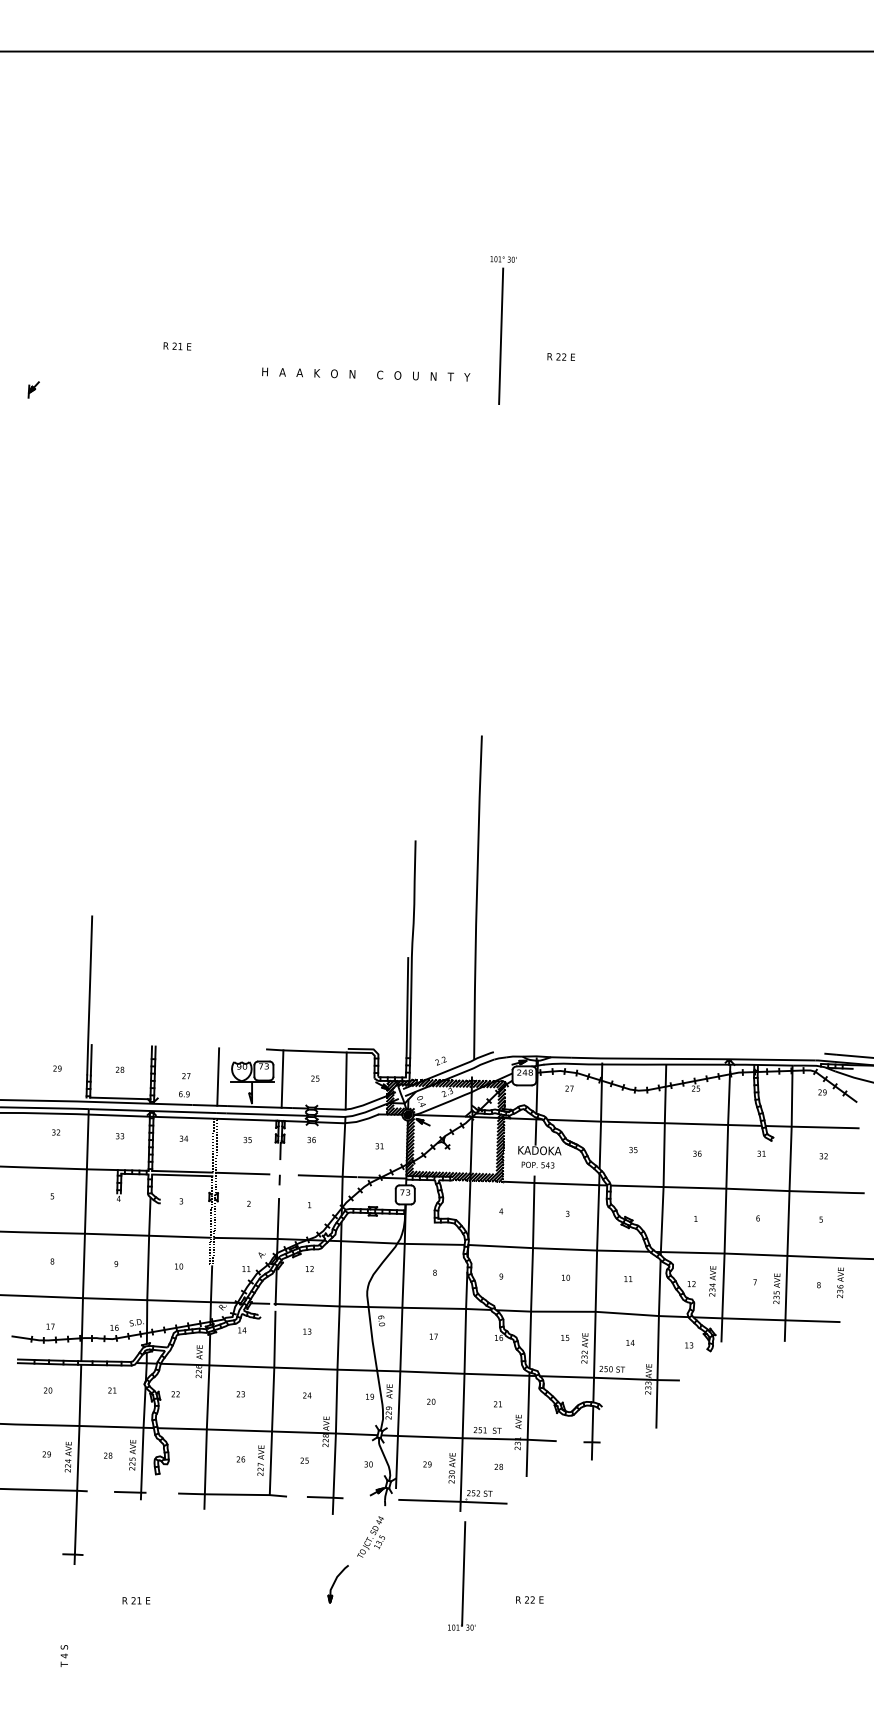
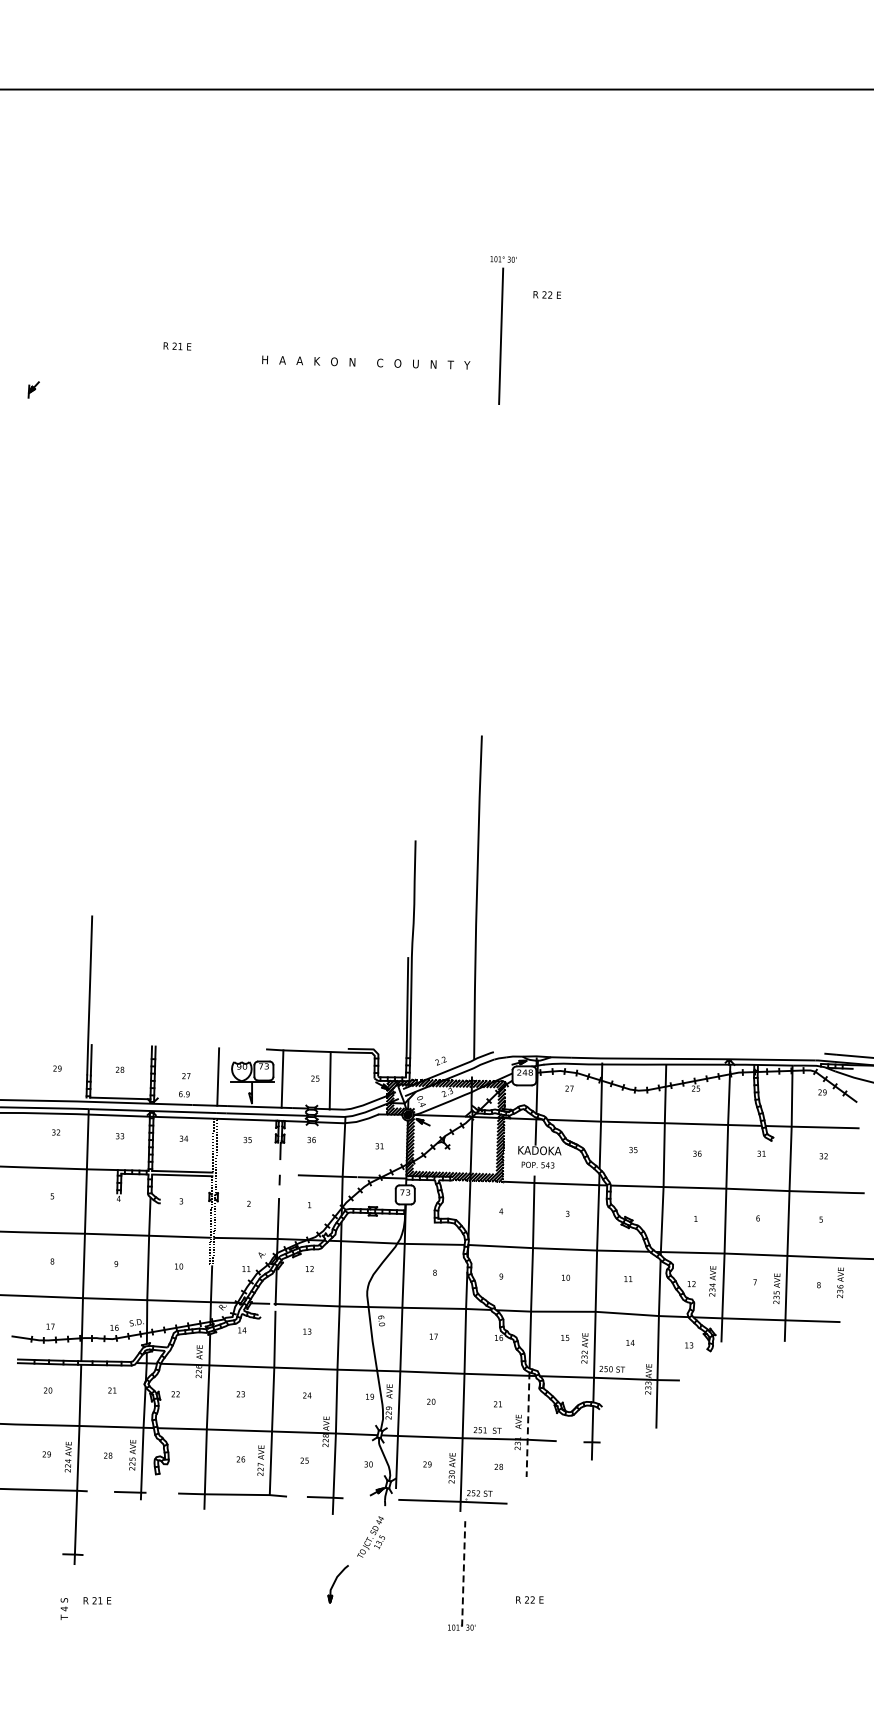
line at (436, 51) position: (436, 51) -> (436, 89)
text at (560, 356) position: (560, 356) -> (546, 294)
text at (366, 374) position: (366, 374) -> (366, 362)
line at (345, 1080) position: (345, 1080) -> (329, 1080)
line at (242, 1173): present -> none
line at (528, 1424): solid -> dashed
line at (463, 1573): solid -> dashed
text at (136, 1600) position: (136, 1600) -> (97, 1600)
text at (64, 1655) position: (64, 1655) -> (64, 1608)
